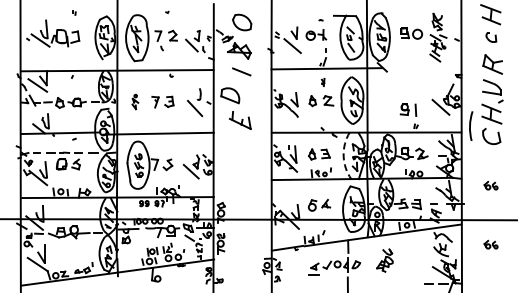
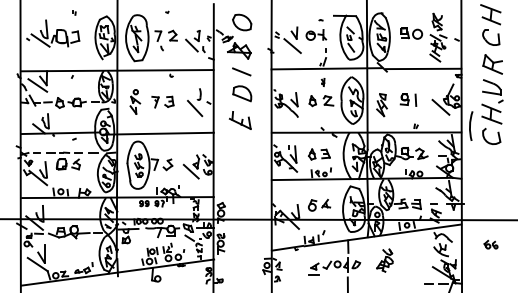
part at (491, 37) size: 13x11 px -> 19x17 px
line at (423, 68): none -> present
part at (230, 95) position: (230, 95) -> (242, 93)
part at (135, 101) size: 9x18 px -> 13x26 px
part at (381, 105): none -> present
part at (408, 109) position: (408, 109) -> (408, 99)
arc at (343, 156): dashed -> solid
part at (490, 185): present -> none
